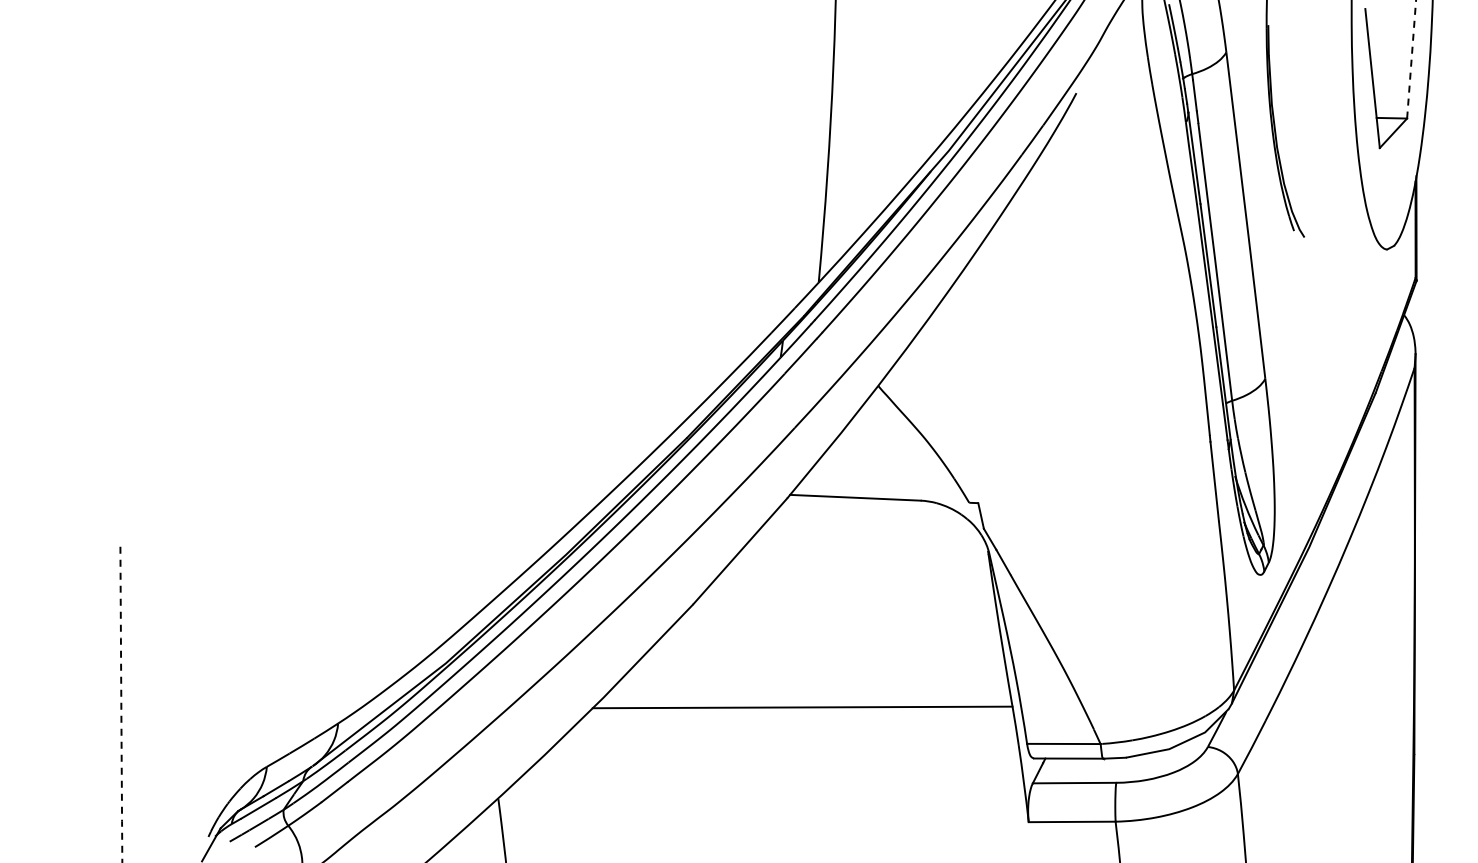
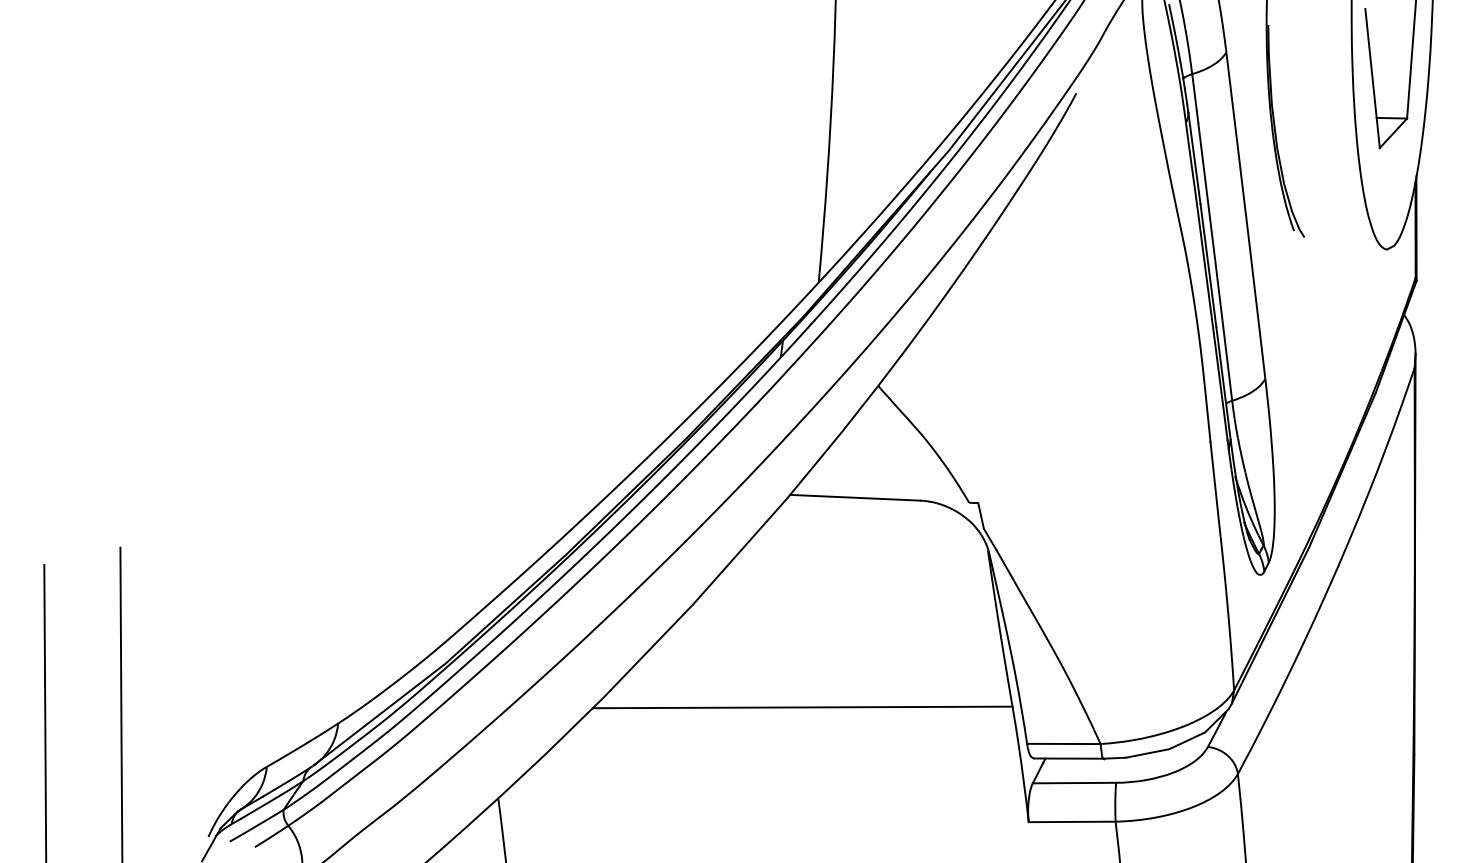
line at (1411, 59): dashed -> solid
arc at (121, 705): dashed -> solid
line at (45, 712): none -> present
